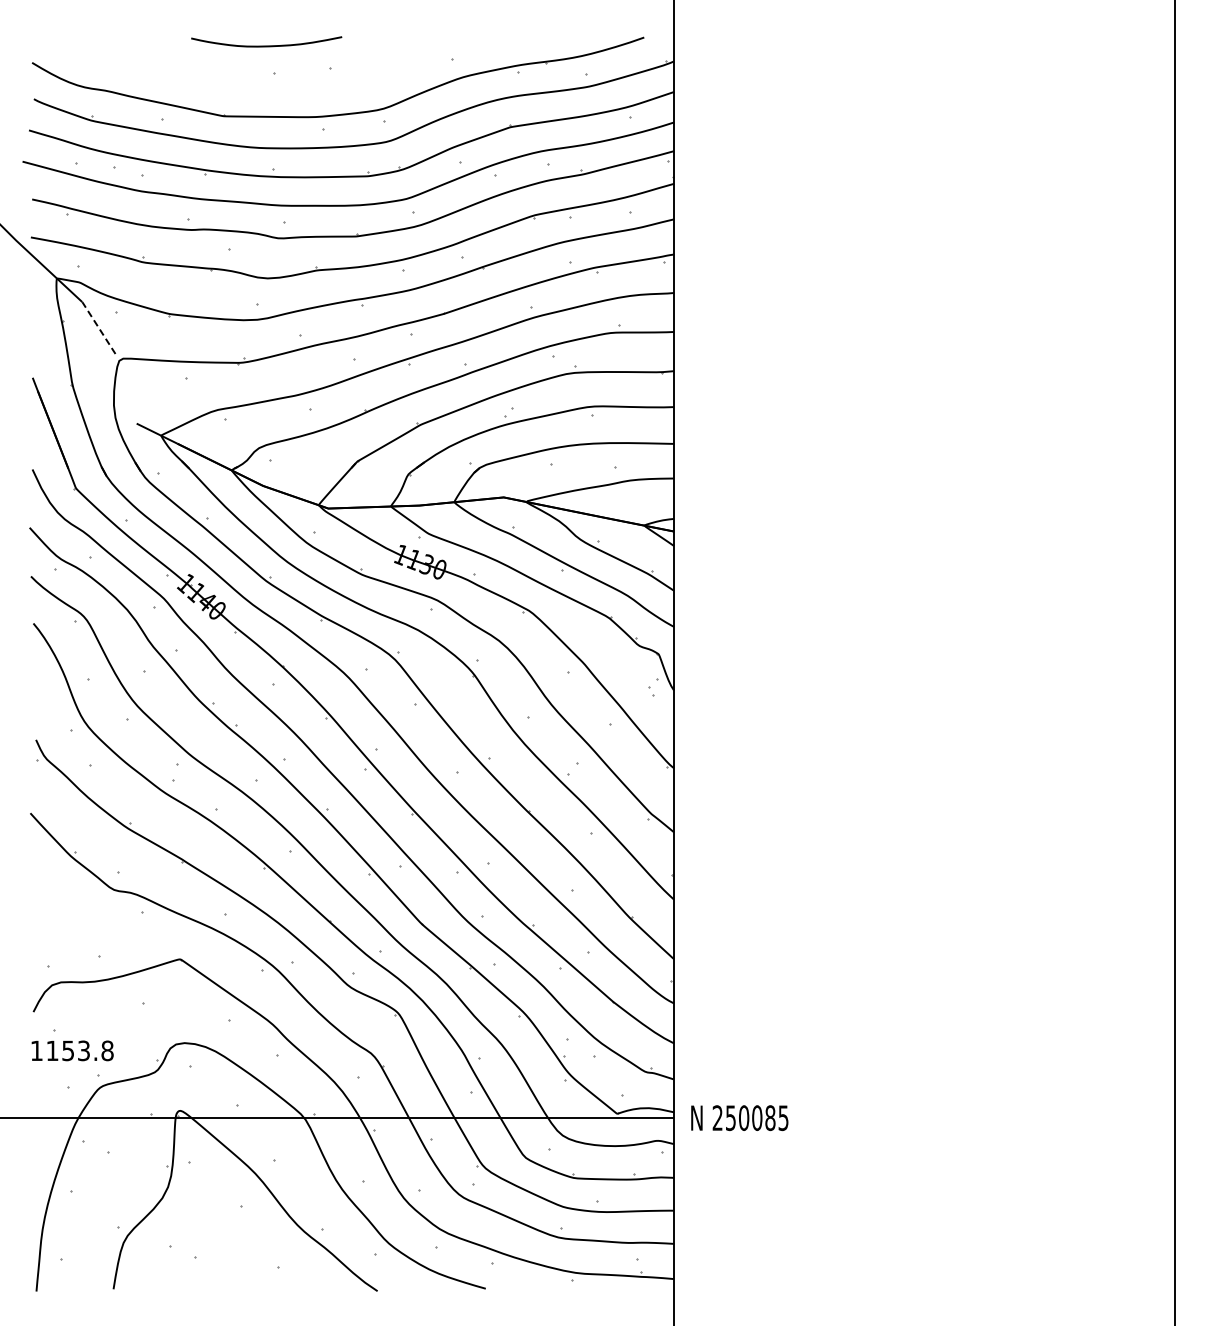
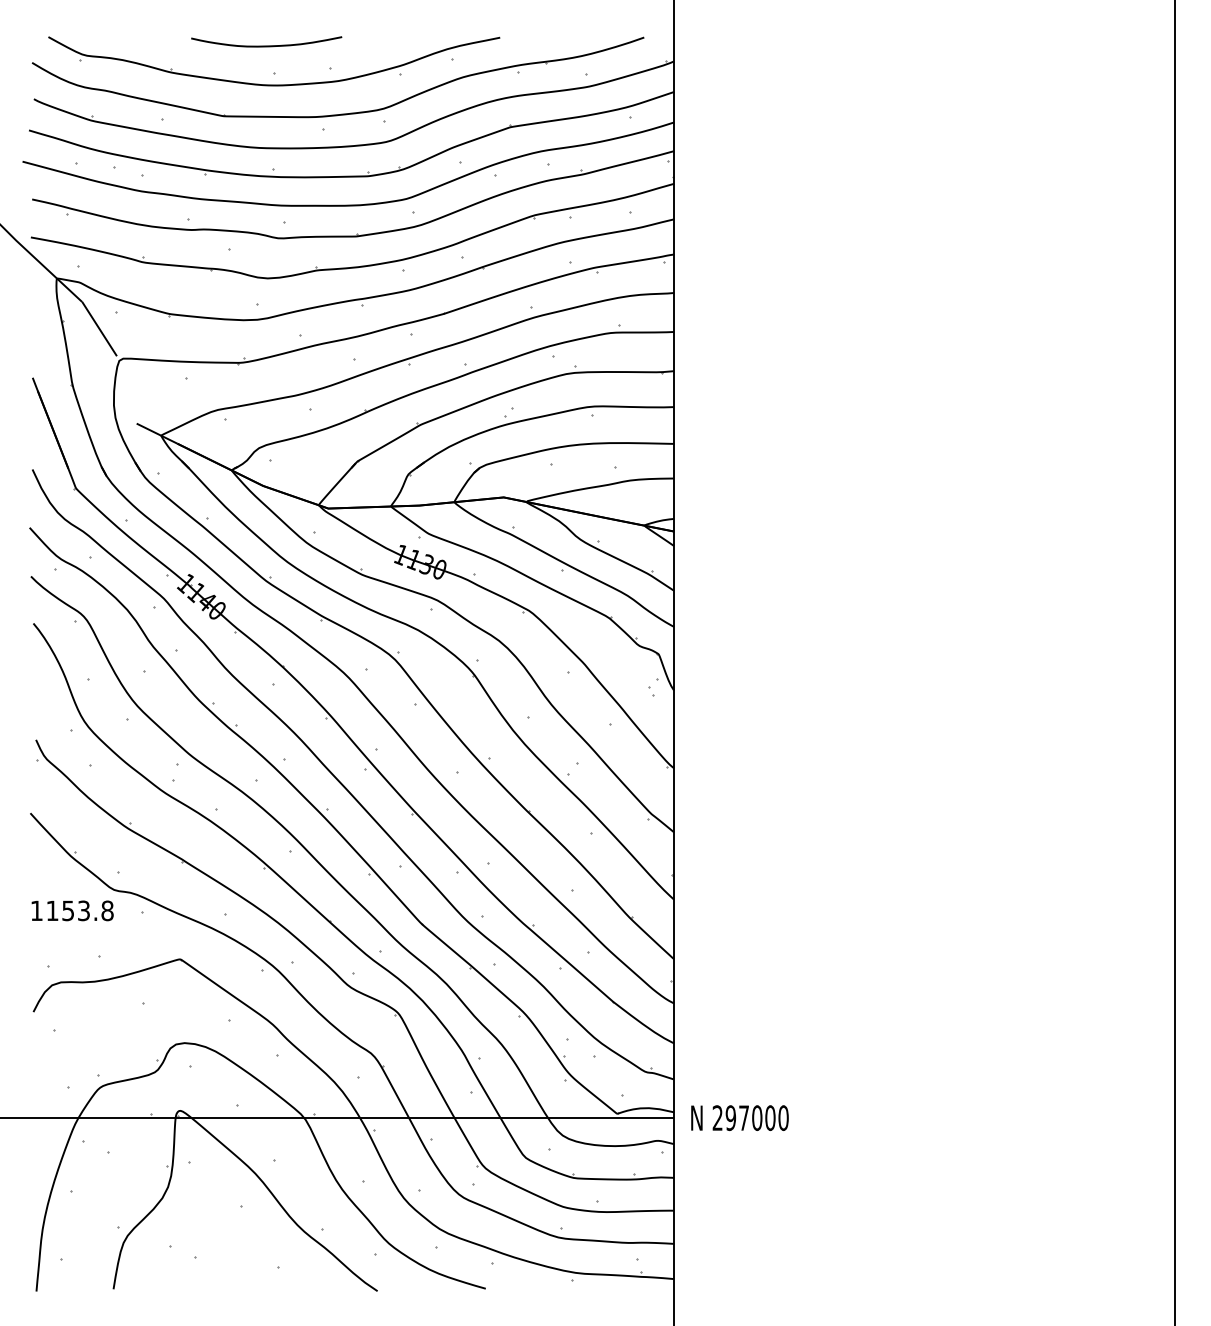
part at (274, 84): none -> present
line at (99, 328): dashed -> solid
text at (72, 1050) position: (72, 1050) -> (72, 910)
text at (756, 1118): 250085 -> 297000
